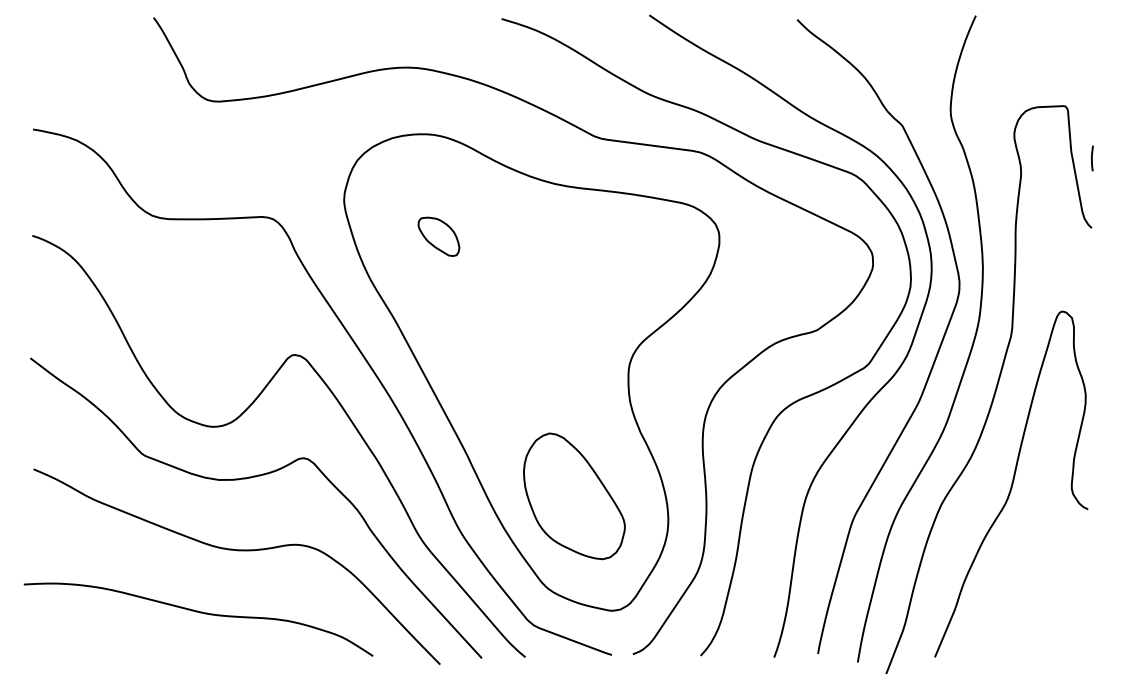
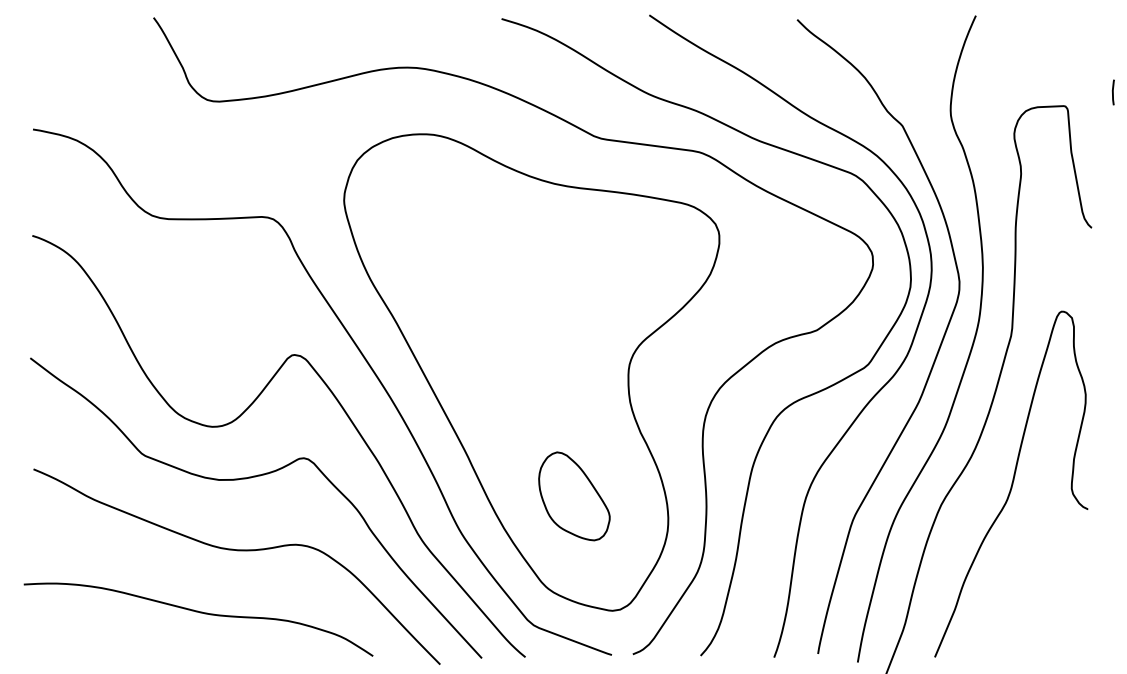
curve at (1091, 158) position: (1091, 158) -> (1112, 92)
part at (438, 236): present -> none
part at (574, 496) size: 103x129 px -> 73x91 px
